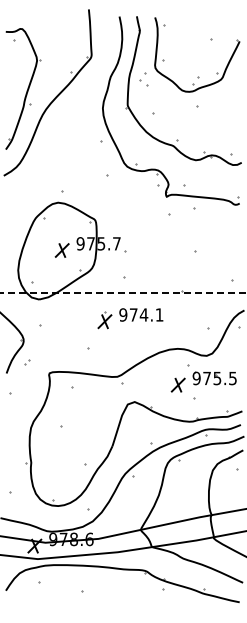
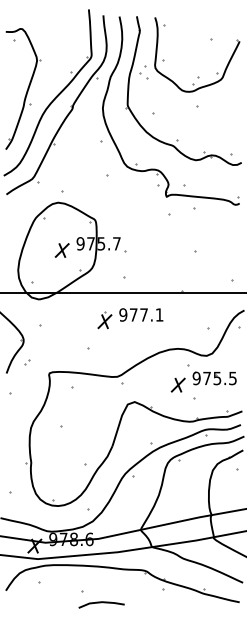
part at (143, 79) position: (143, 79) -> (143, 72)
part at (70, 106): none -> present
line at (123, 293): dashed -> solid
text at (143, 314): 974.1 -> 977.1
line at (101, 603): none -> present
